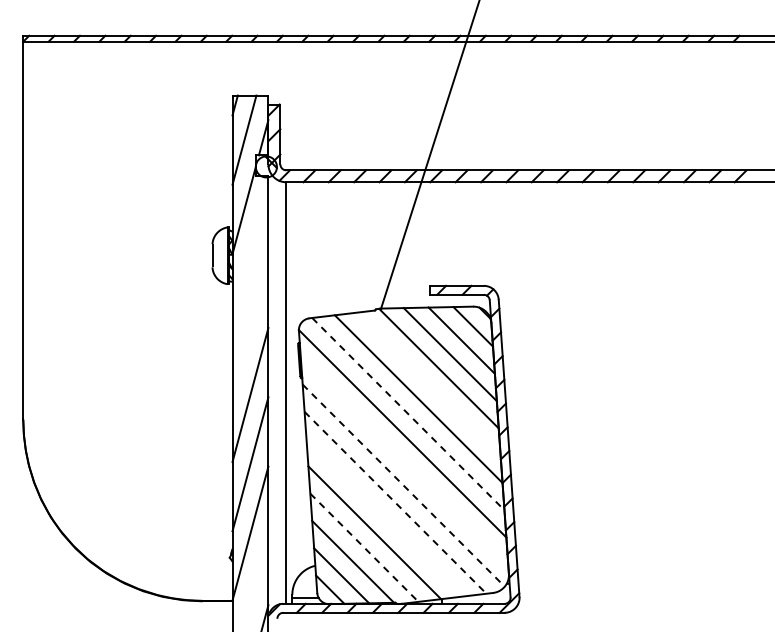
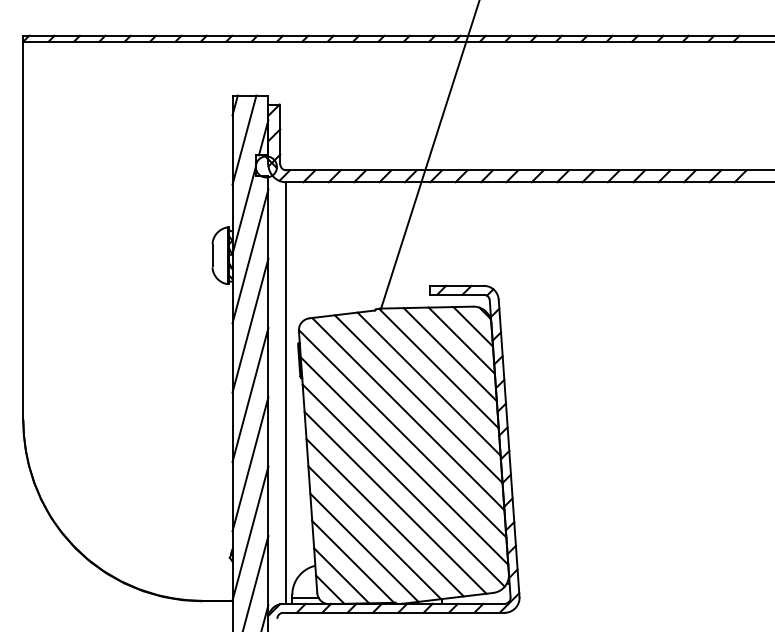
line at (250, 256): none -> present
line at (250, 325): none -> present
line at (428, 383): none -> present
line at (408, 414): dashed -> solid
line at (404, 460): none -> present
line at (403, 485): dashed -> solid
line at (395, 502): dashed -> solid
line at (384, 517): none -> present
line at (364, 547): dashed -> solid
line at (255, 581): none -> present
